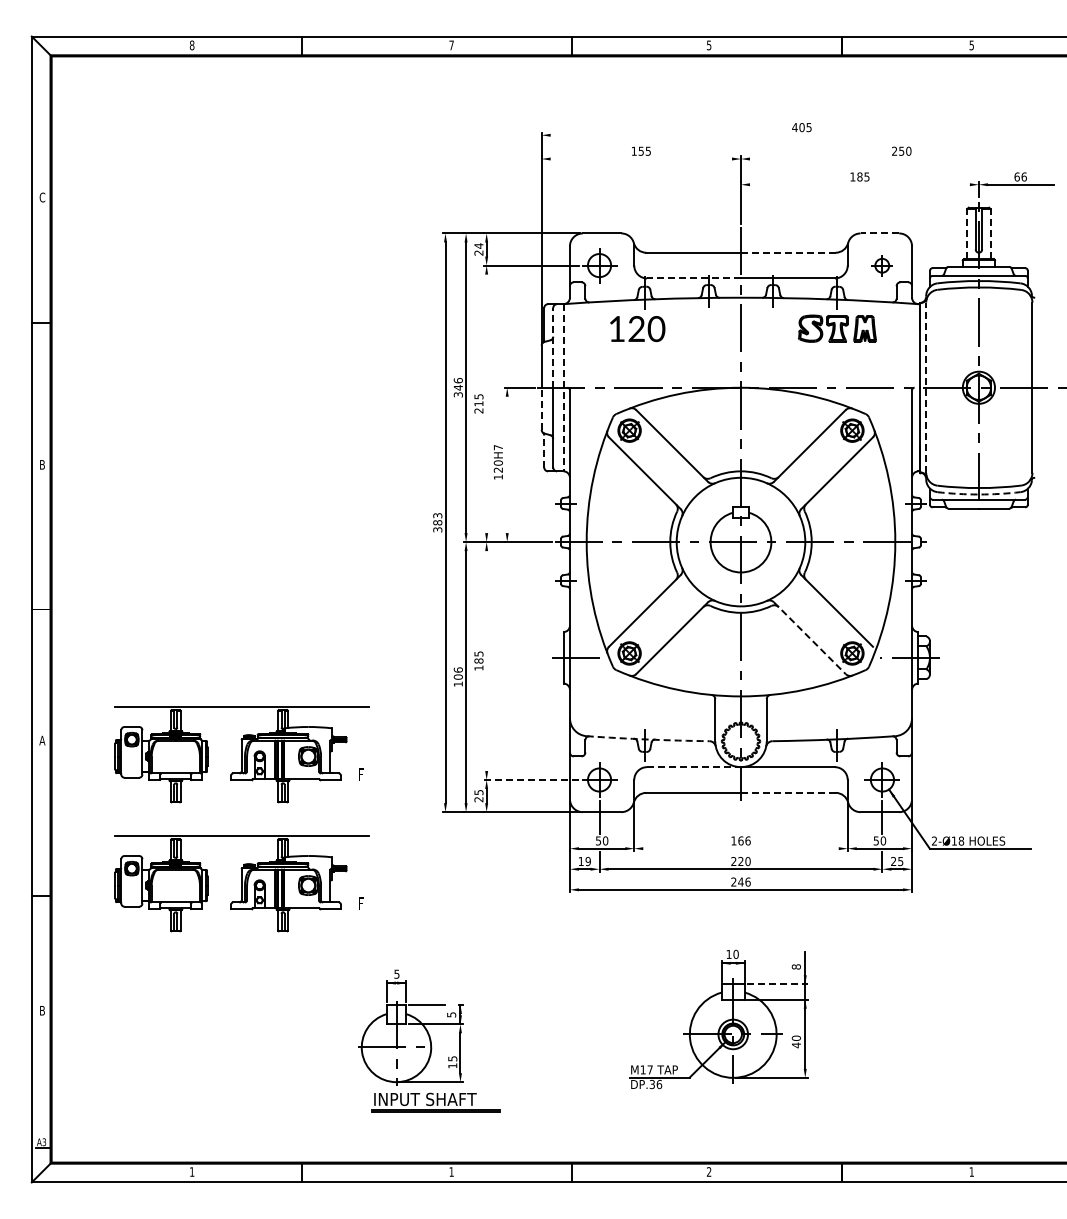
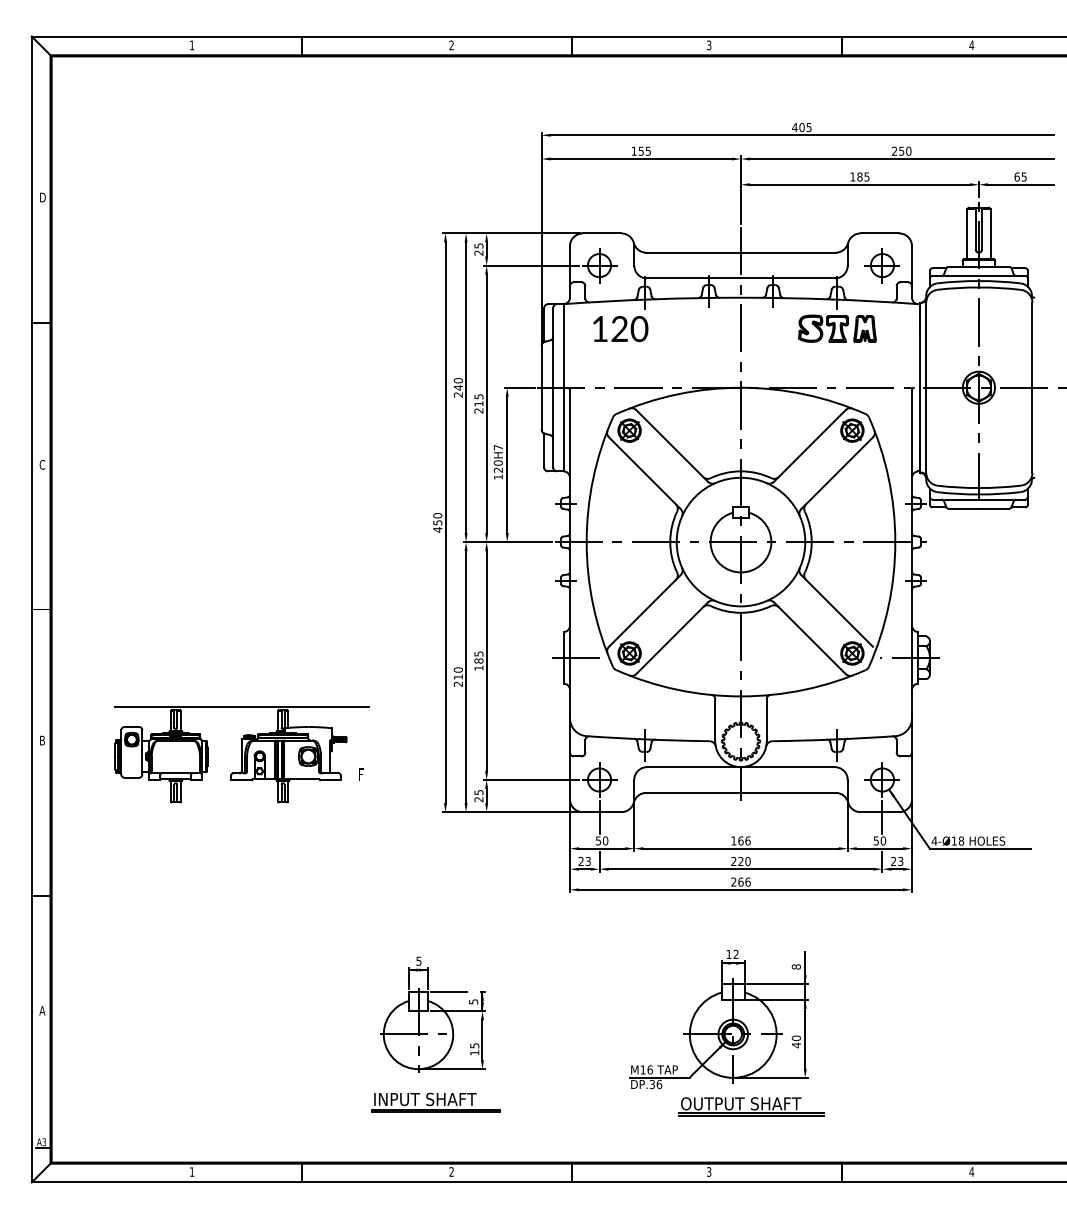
text at (709, 44): 5 -> 3
text at (191, 45): 8 -> 1
text at (451, 45): 7 -> 2
text at (971, 45): 5 -> 4
line at (801, 135): none -> present
line at (641, 159): none -> present
line at (901, 159): none -> present
text at (1023, 176): 66 -> 65
line at (859, 184): none -> present
text at (42, 197): C -> D
line at (879, 233): dashed -> solid
line at (967, 233): dashed -> solid
line at (990, 233): dashed -> solid
text at (478, 245): 24 -> 25
line at (788, 252): dashed -> solid
part at (881, 265) size: 22x22 px -> 36x36 px
line at (694, 278): dashed -> solid
text at (637, 329) position: (637, 329) -> (620, 329)
line at (553, 347): dashed -> solid
text at (457, 387): 346 -> 240
line at (563, 387): dashed -> solid
line at (926, 387): dashed -> solid
line at (486, 403): none -> present
line at (541, 408): dashed -> solid
line at (544, 451): dashed -> solid
text at (42, 464): B -> C
line at (507, 464): none -> present
arc at (979, 494): dashed -> solid
text at (437, 522): 383 -> 450
line at (809, 638): dashed -> solid
line at (486, 661): none -> present
text at (457, 676): 106 -> 210
arc at (648, 739): dashed -> solid
text at (42, 740): A -> B
line at (694, 767): dashed -> solid
line at (531, 780): dashed -> solid
line at (787, 792): dashed -> solid
text at (934, 840): 2-Ø18 -> 4-Ø18
line at (740, 848): none -> present
text at (900, 860): 25 -> 23
text at (584, 861): 19 -> 23
text at (740, 881): 246 -> 266
part at (241, 883): present -> none
text at (735, 954): 10 -> 12
line at (778, 984): dashed -> solid
text at (42, 1010): B -> A
part at (410, 1027) position: (410, 1027) -> (432, 1014)
text at (649, 1069): M17 -> M16
part at (751, 1106): none -> present
text at (451, 1171): 1 -> 2
text at (709, 1171): 2 -> 3
text at (971, 1171): 1 -> 4
